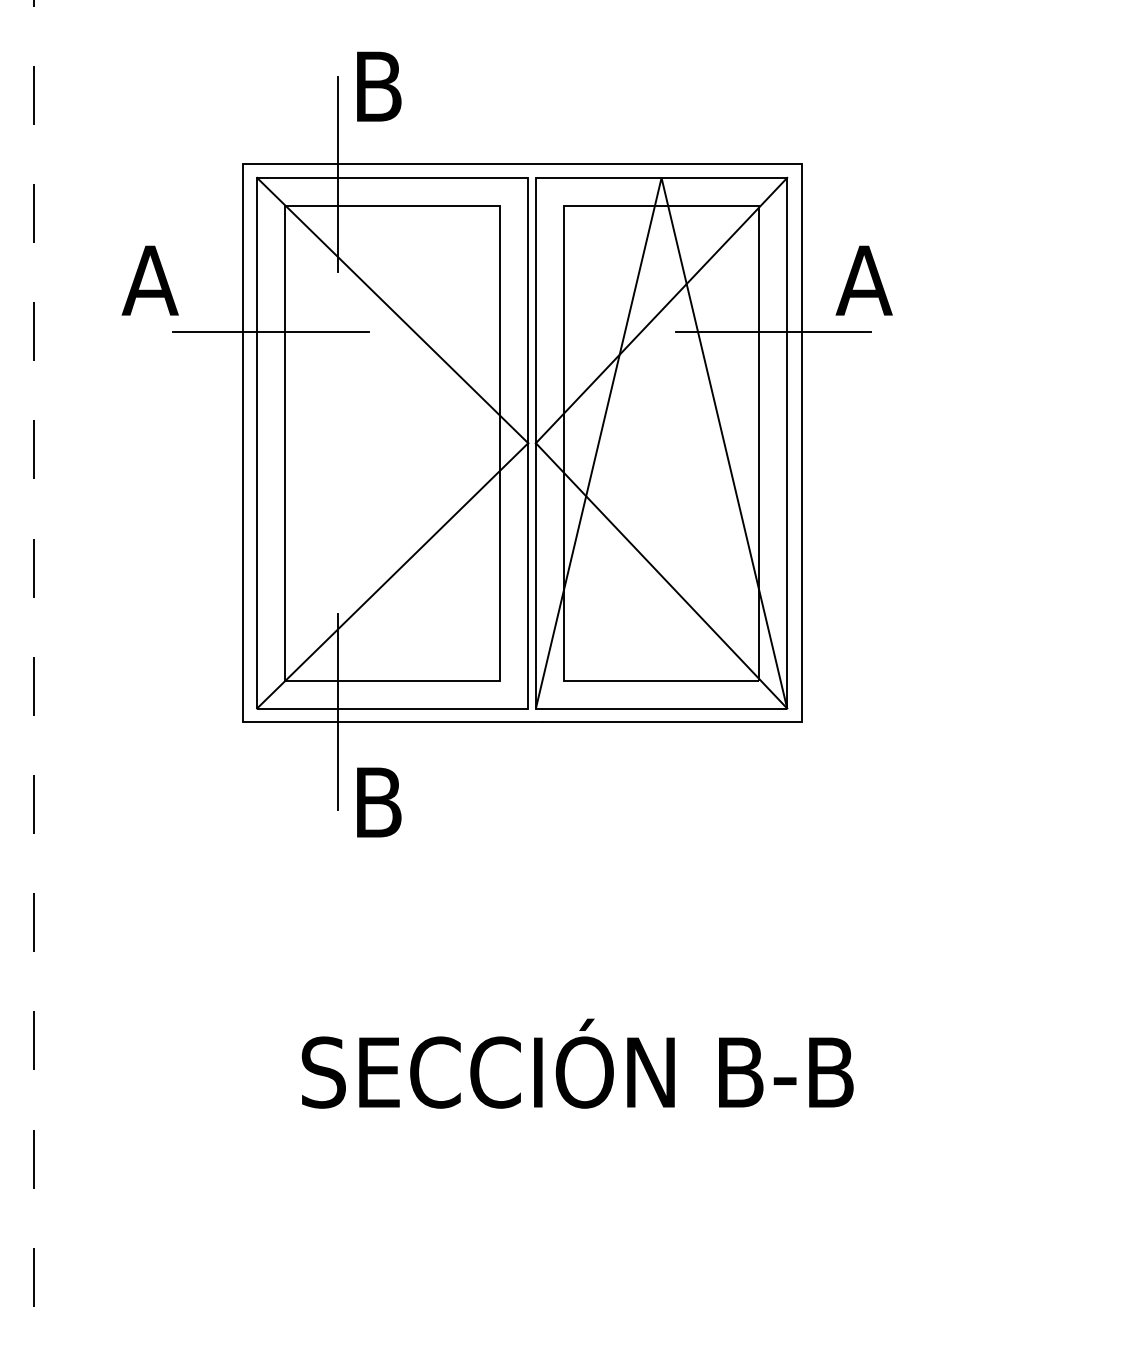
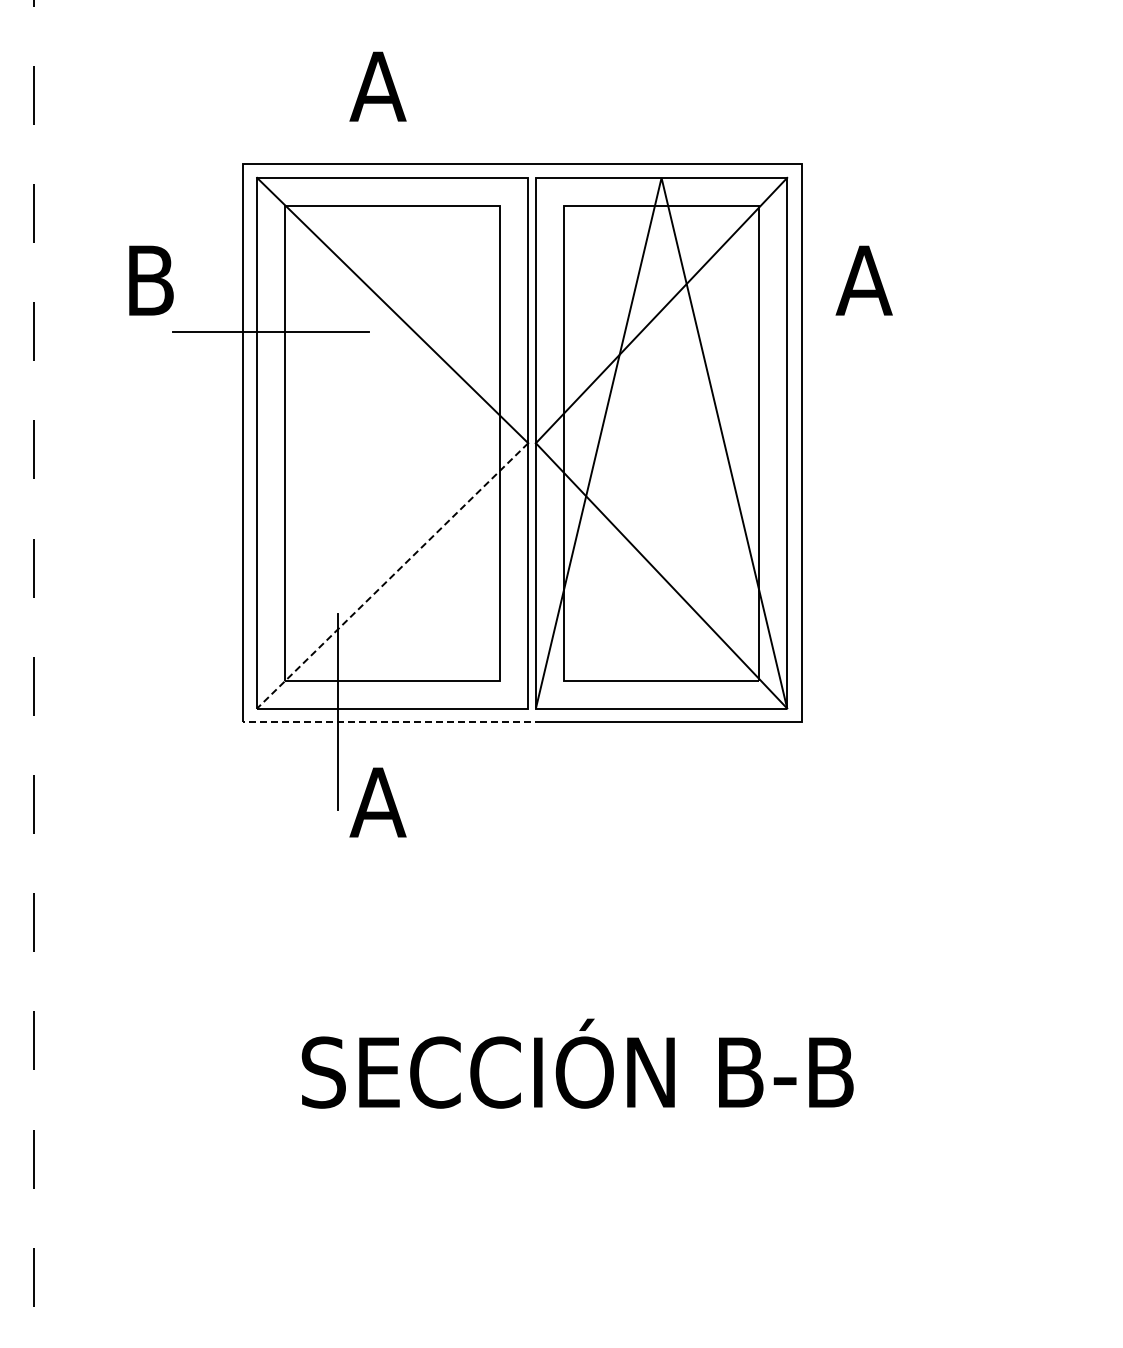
text at (377, 86): B -> A
line at (338, 174): present -> none
text at (149, 280): A -> B
line at (773, 332): present -> none
line at (392, 575): solid -> dashed
line at (392, 722): solid -> dashed
text at (377, 802): B -> A
